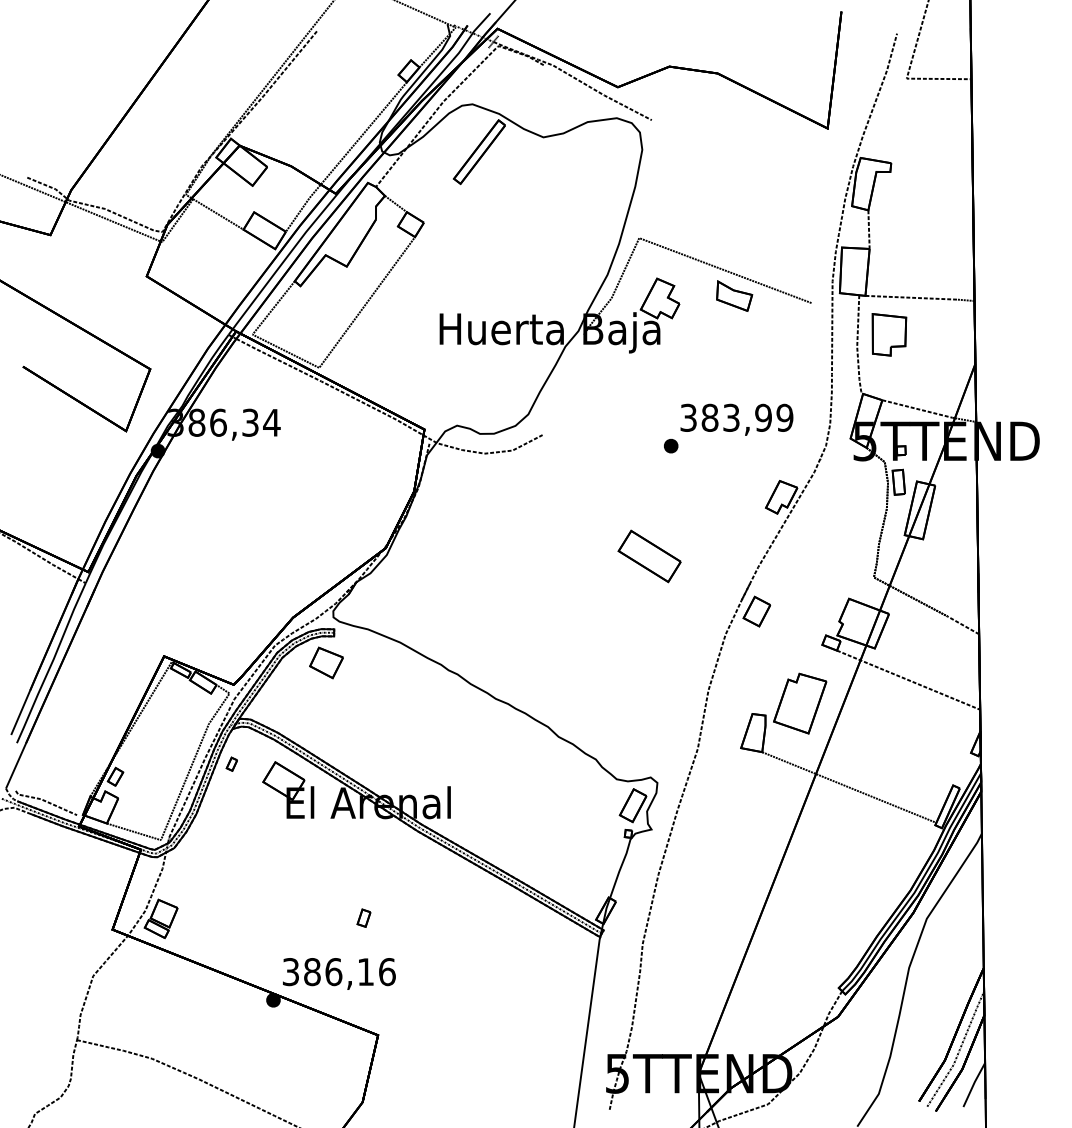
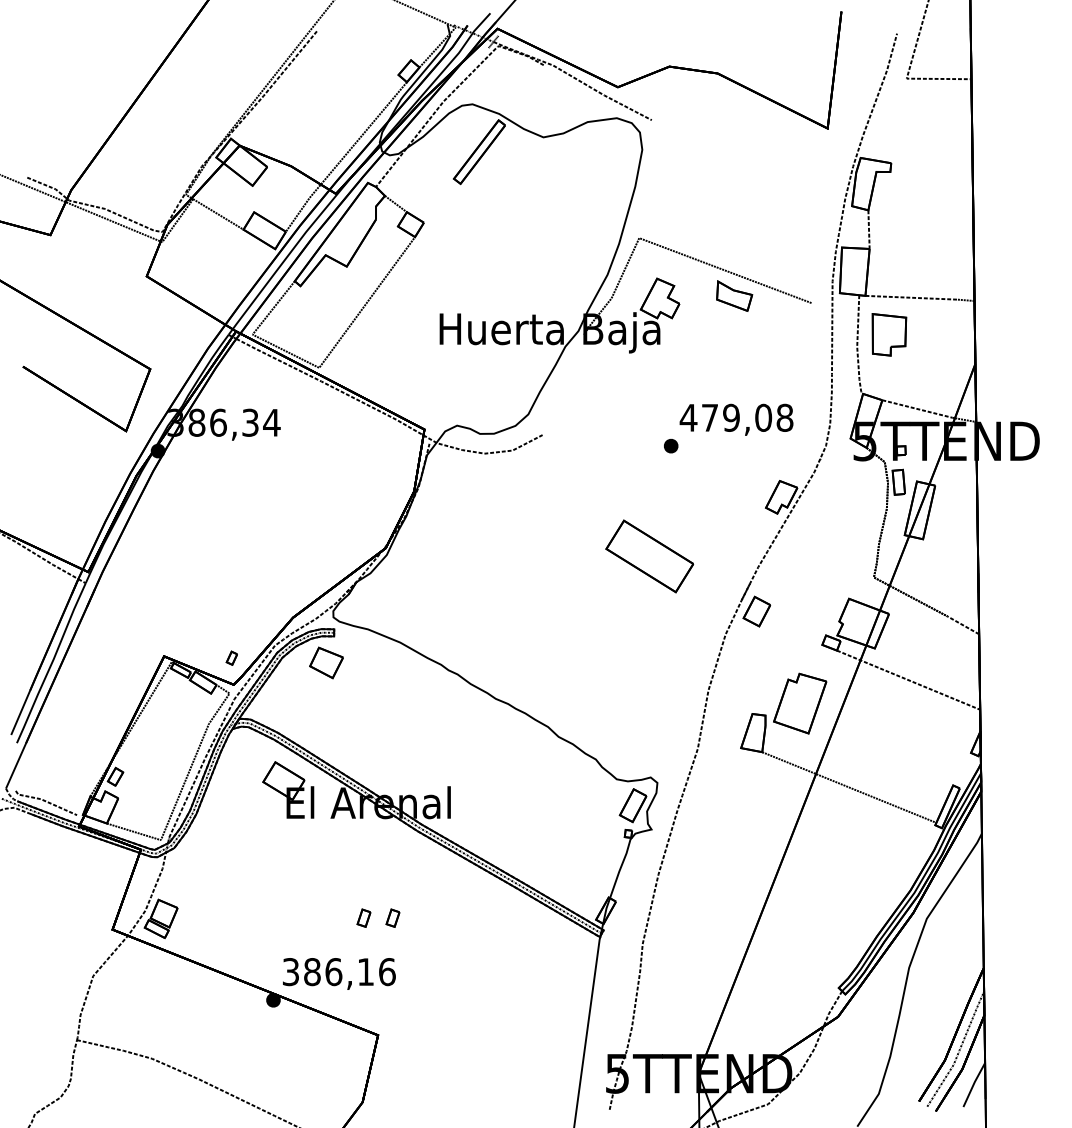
text at (736, 417): 383,99 -> 479,08
part at (649, 556) size: 65x55 px -> 90x75 px
part at (231, 763) position: (231, 763) -> (231, 657)
part at (392, 917): none -> present
